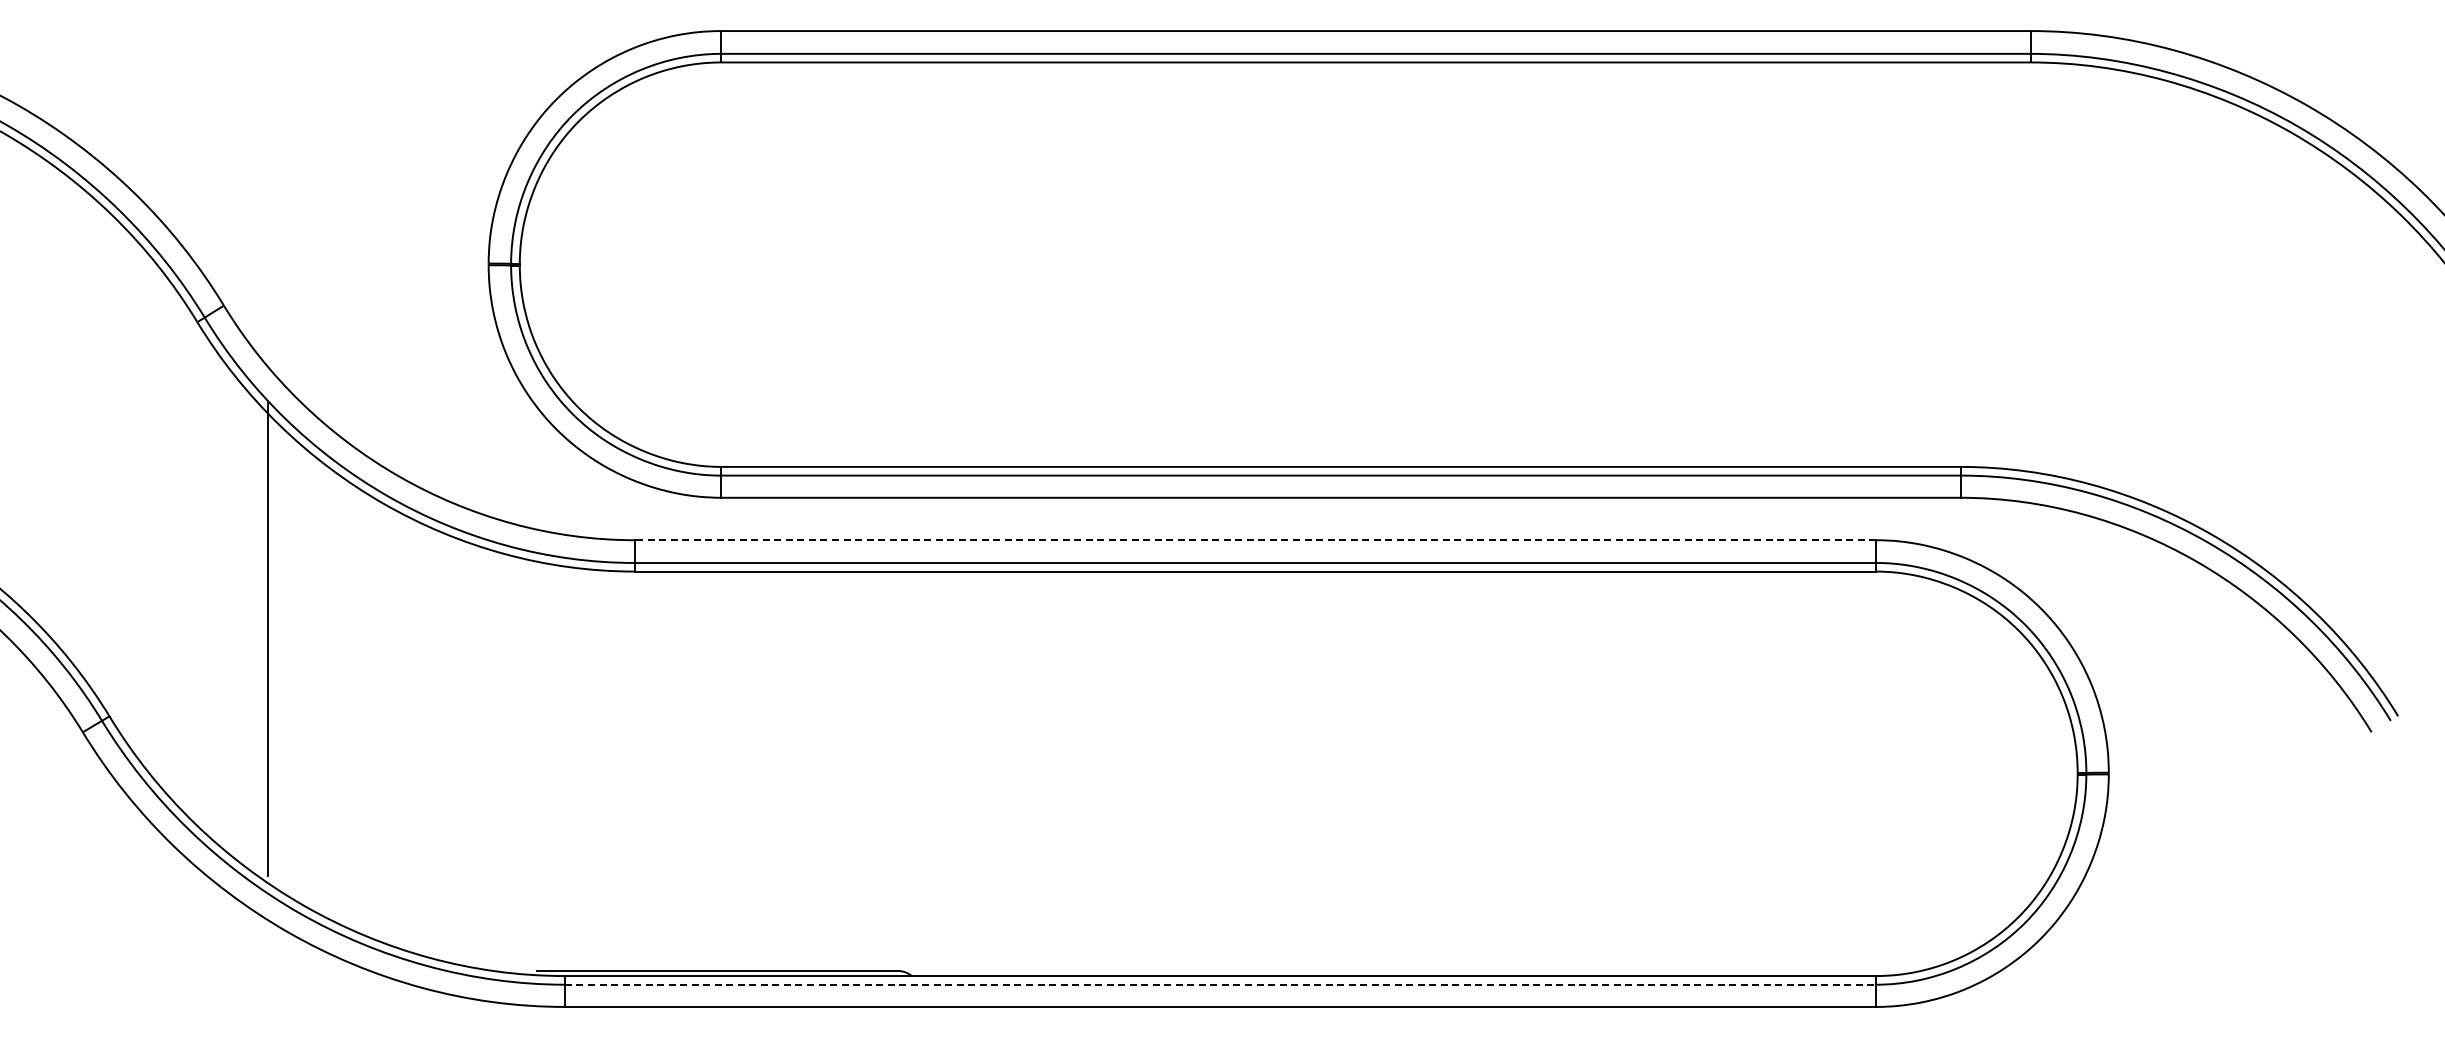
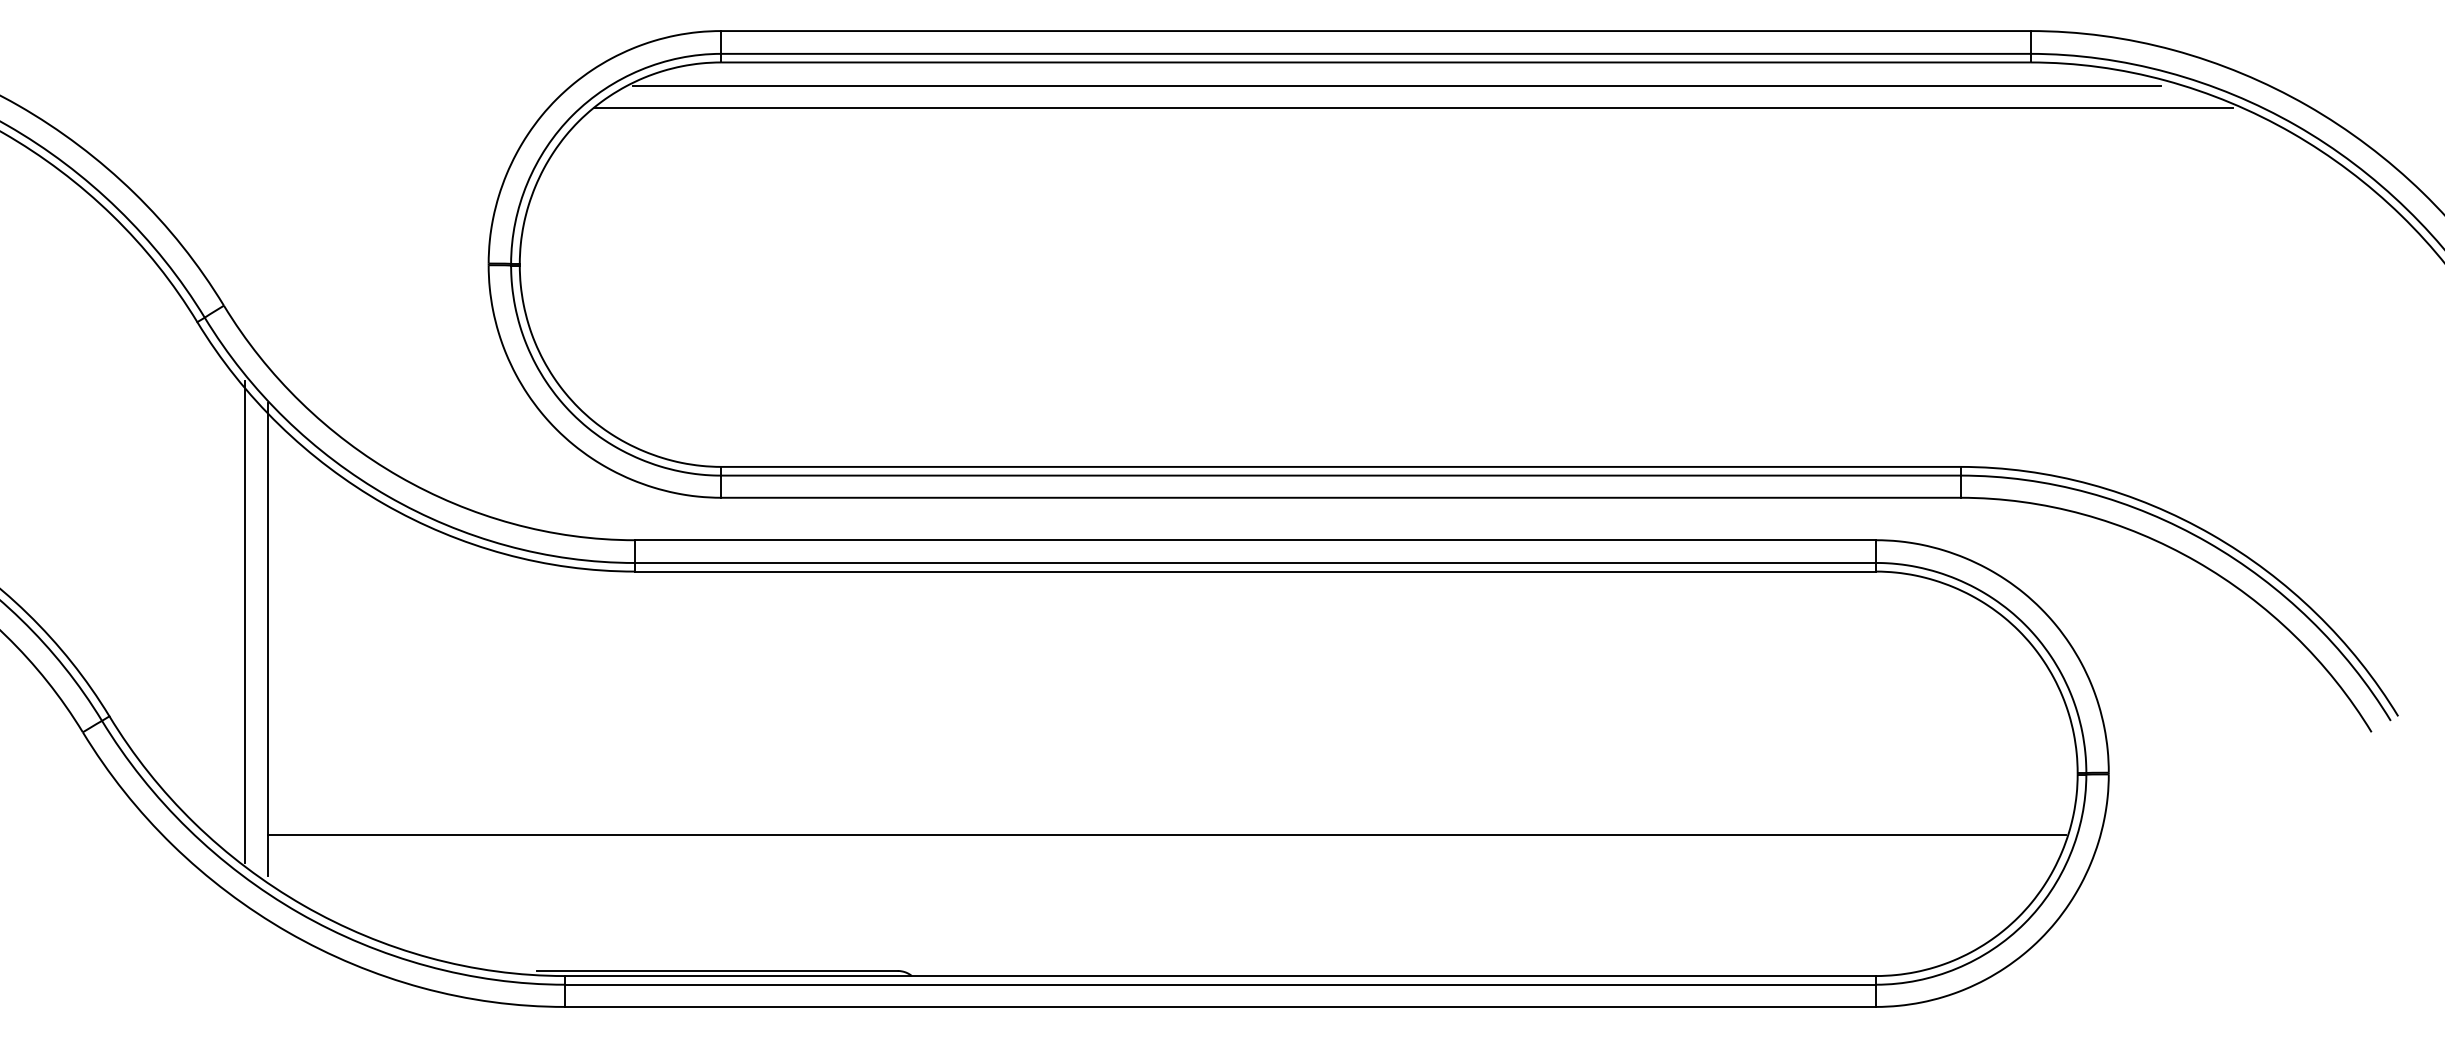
line at (1396, 85): none -> present
line at (1413, 108): none -> present
line at (1255, 540): dashed -> solid
line at (244, 622): none -> present
line at (1166, 835): none -> present
line at (1220, 984): dashed -> solid
